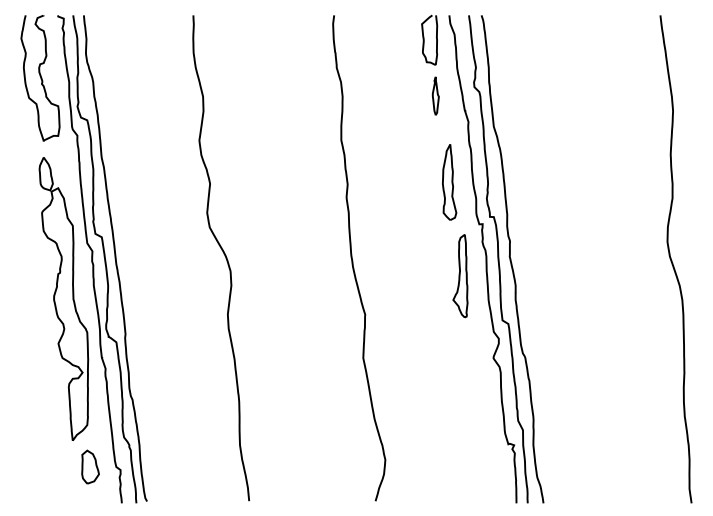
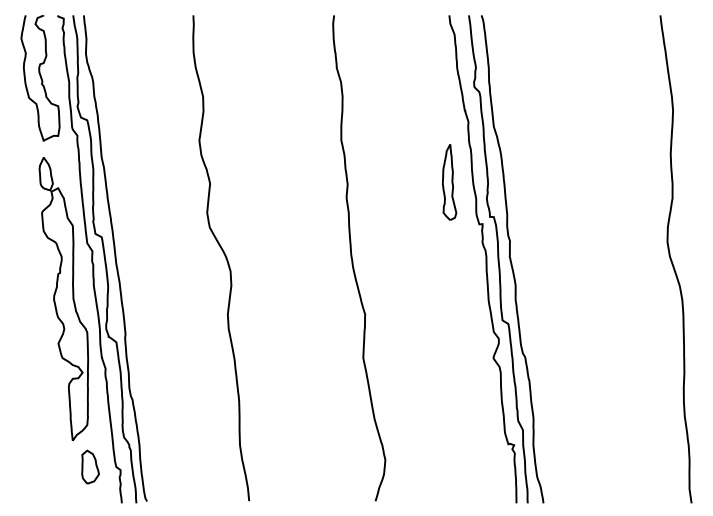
part at (429, 39): present -> none
part at (435, 95): present -> none
part at (460, 276): present -> none
